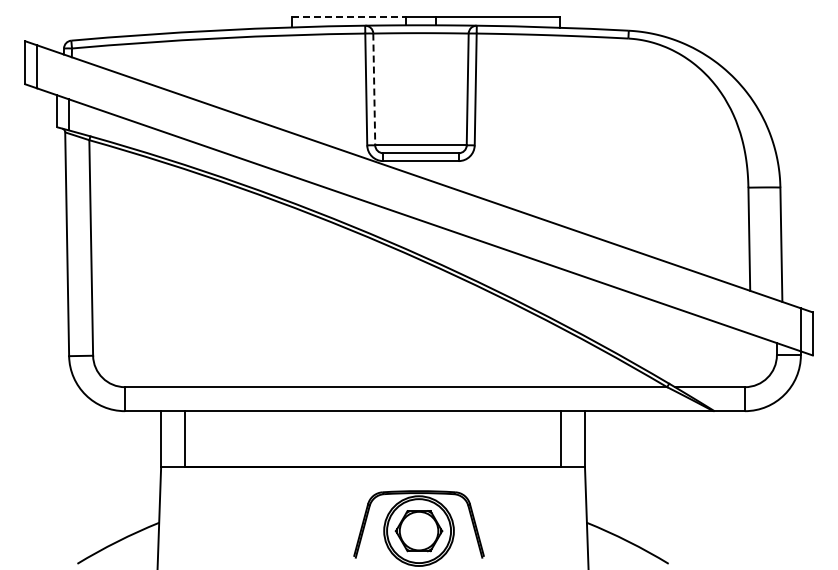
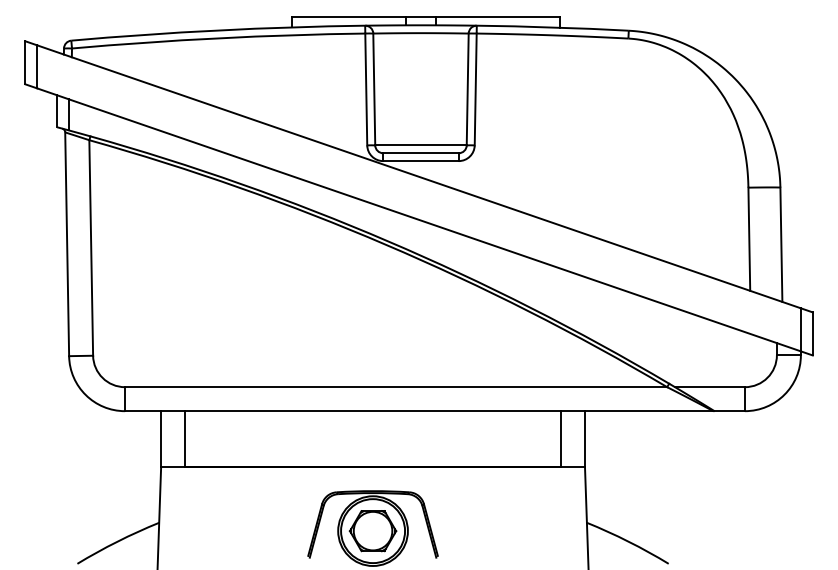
line at (349, 17): dashed -> solid
line at (374, 89): dashed -> solid
part at (418, 528) position: (418, 528) -> (372, 528)
